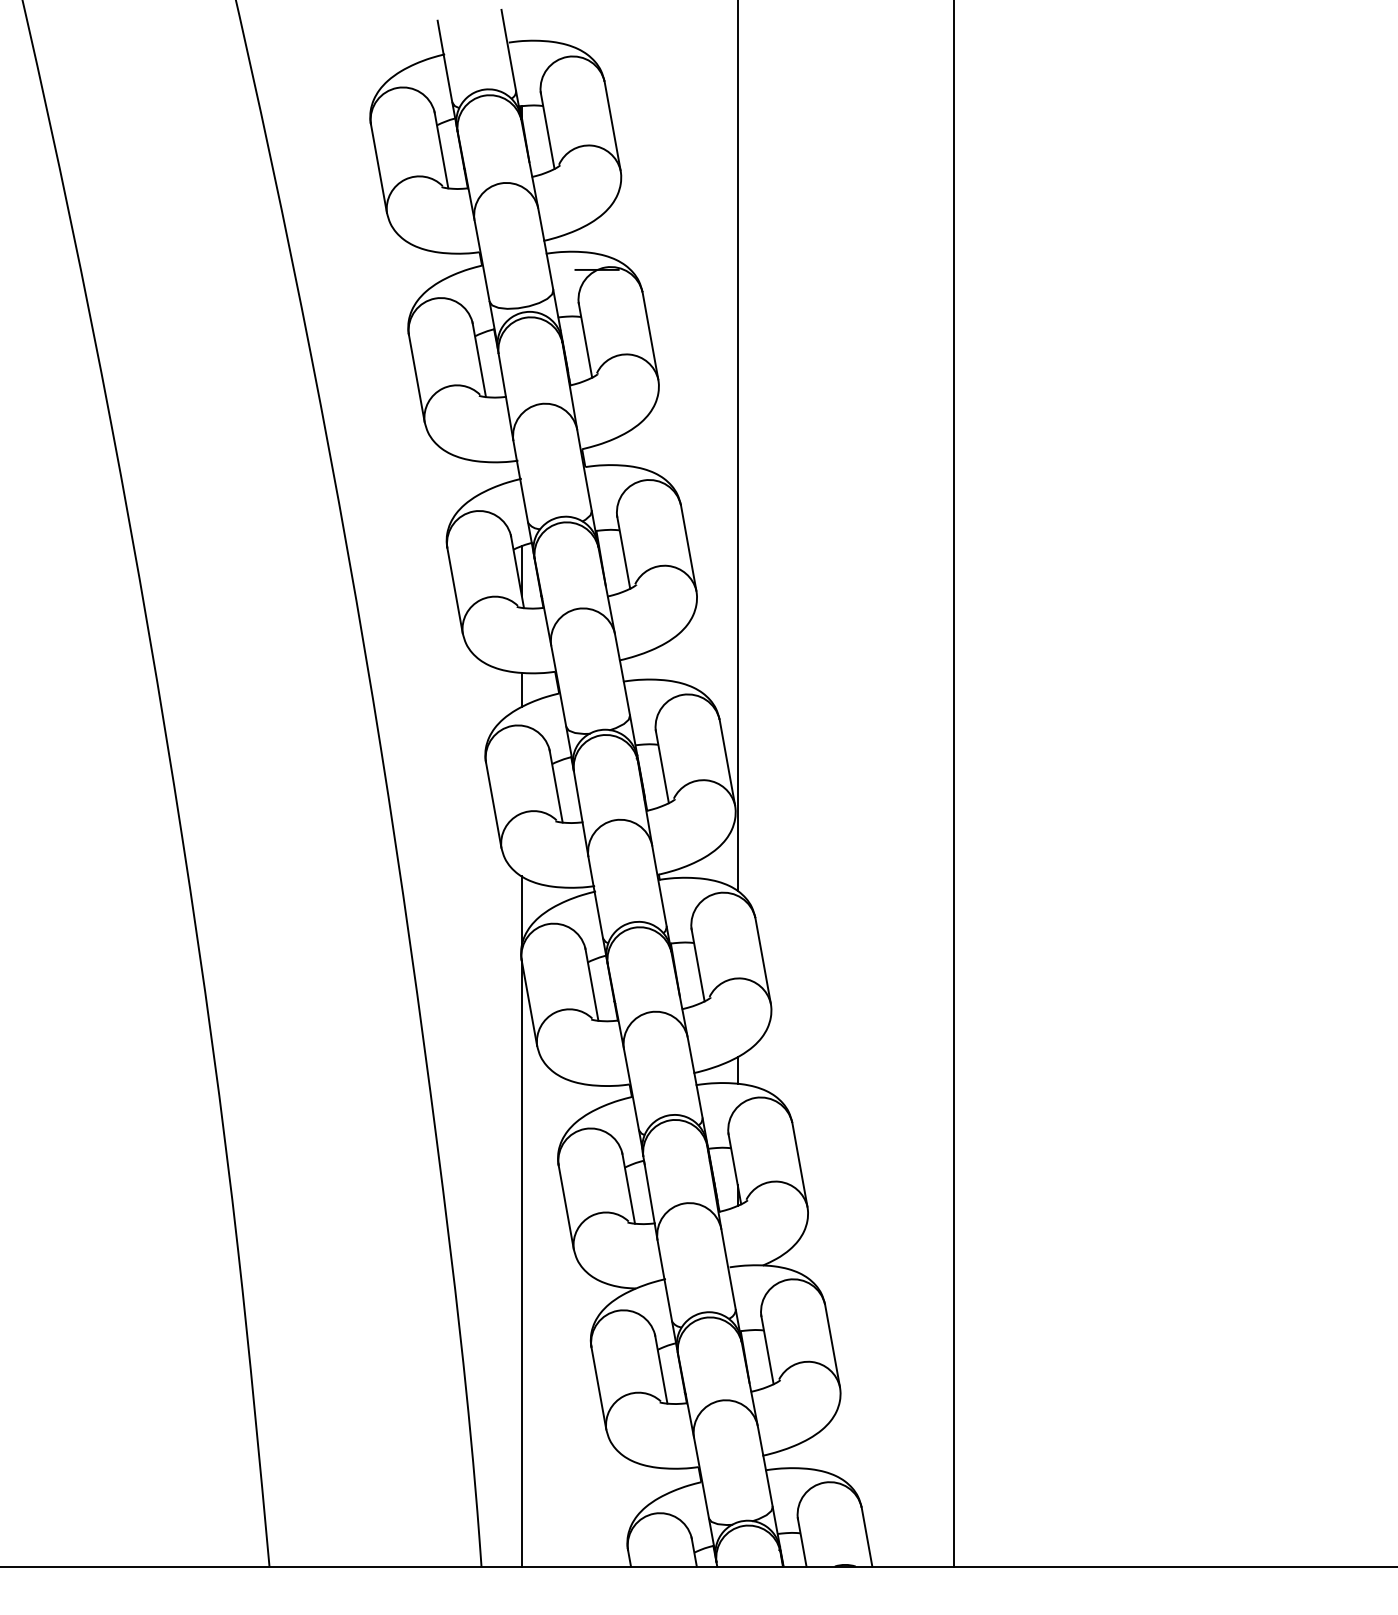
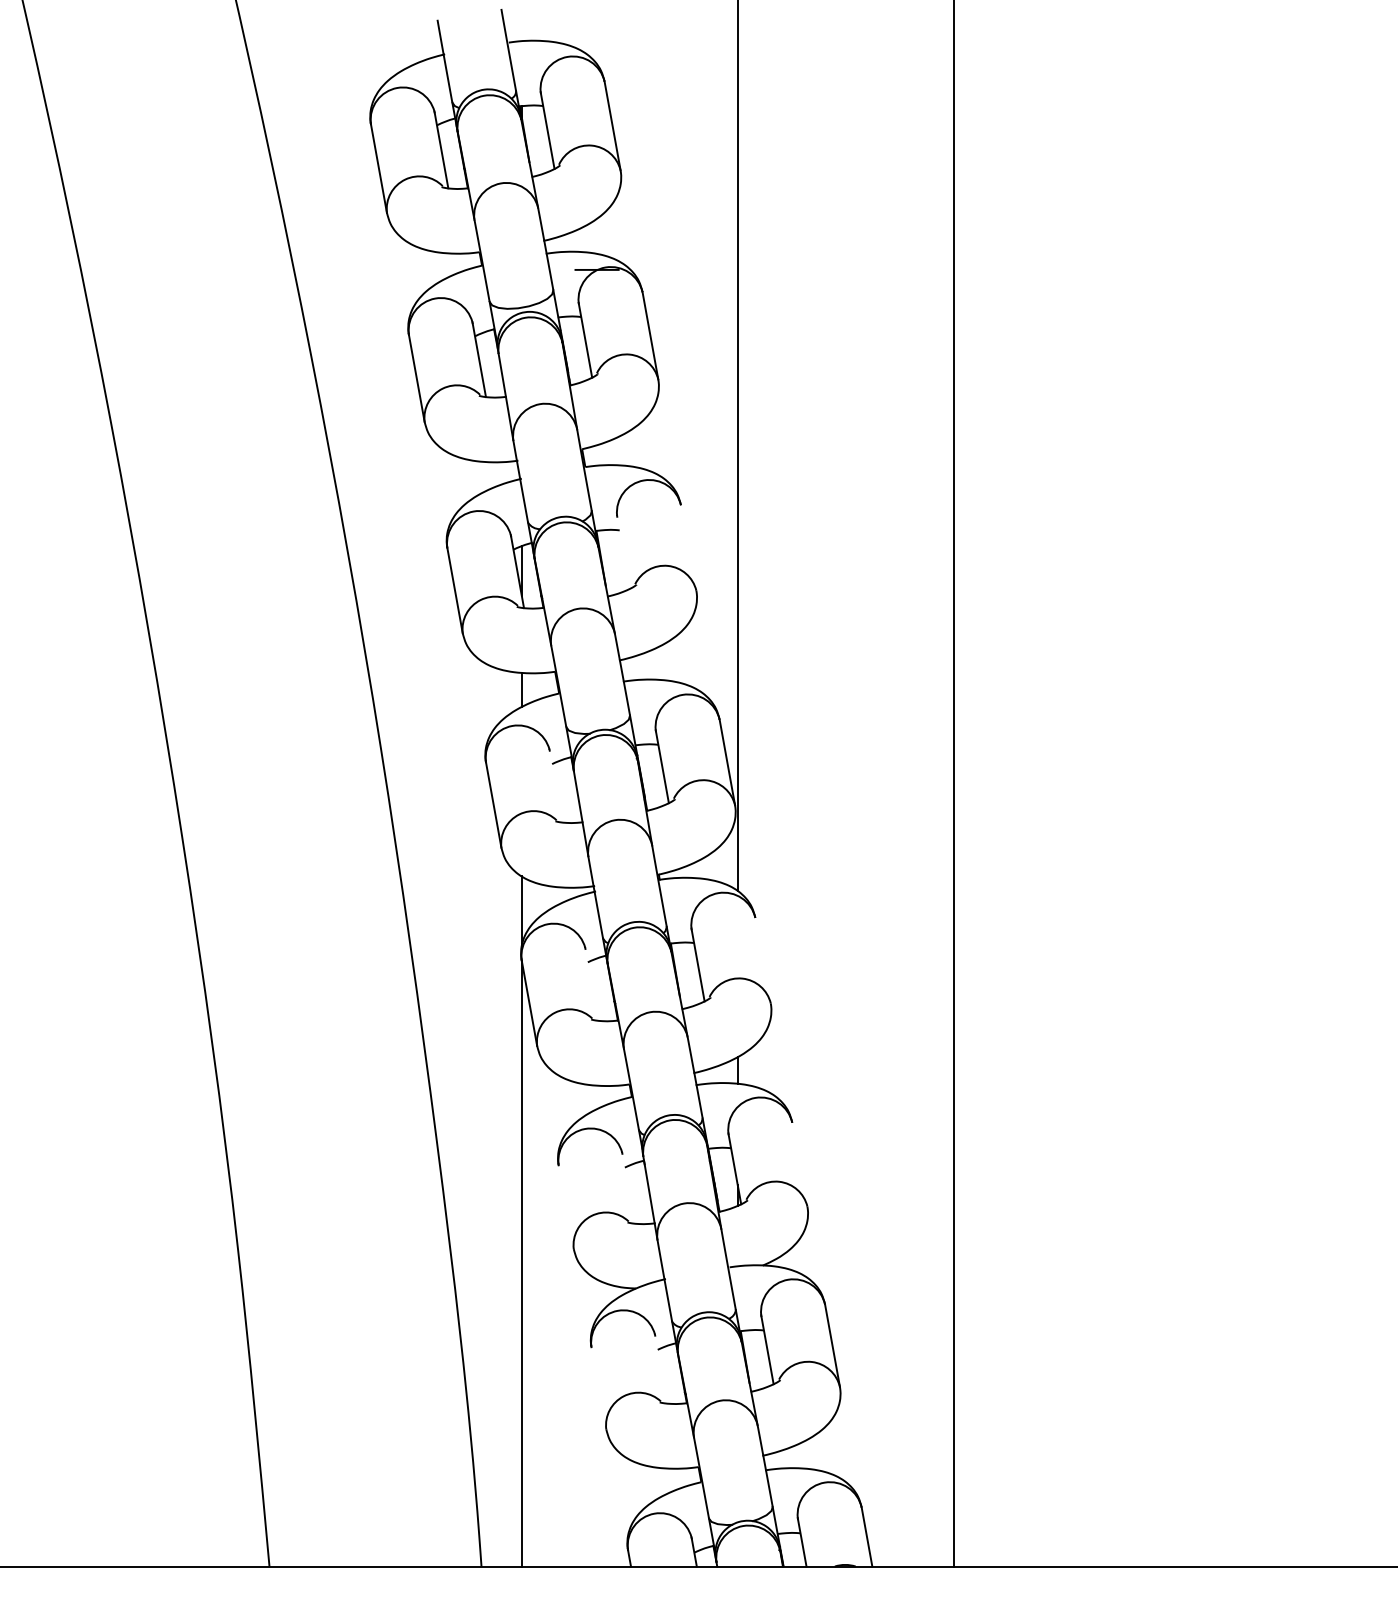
line at (688, 547): present -> none
line at (623, 552): present -> none
line at (555, 786): present -> none
line at (762, 960): present -> none
line at (591, 984): present -> none
line at (799, 1164): present -> none
line at (628, 1188): present -> none
line at (565, 1207): present -> none
line at (661, 1369): present -> none
line at (598, 1388): present -> none
